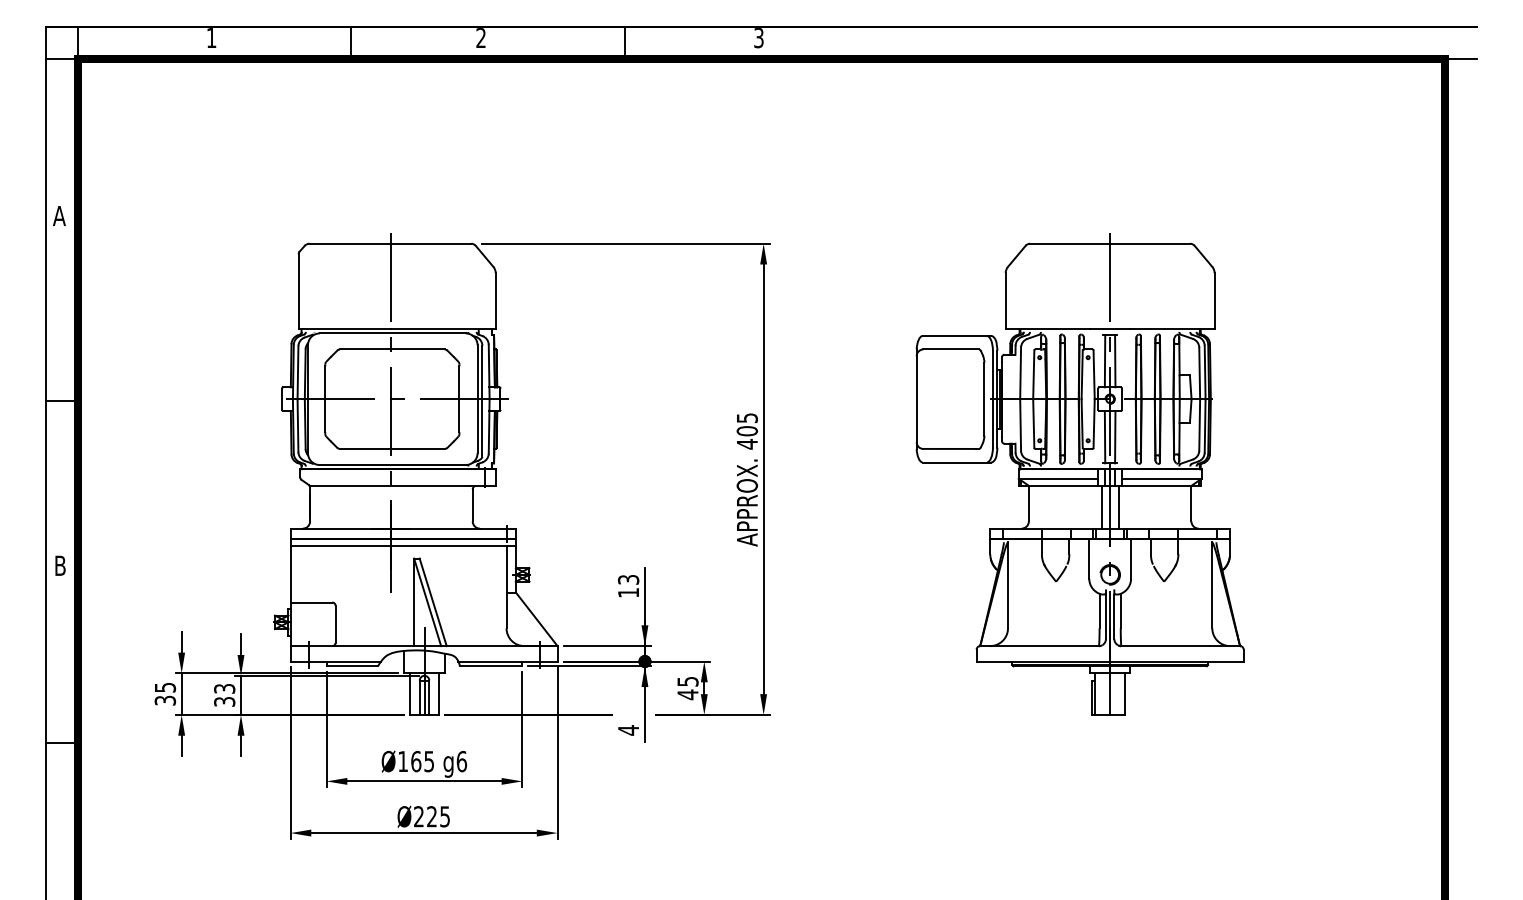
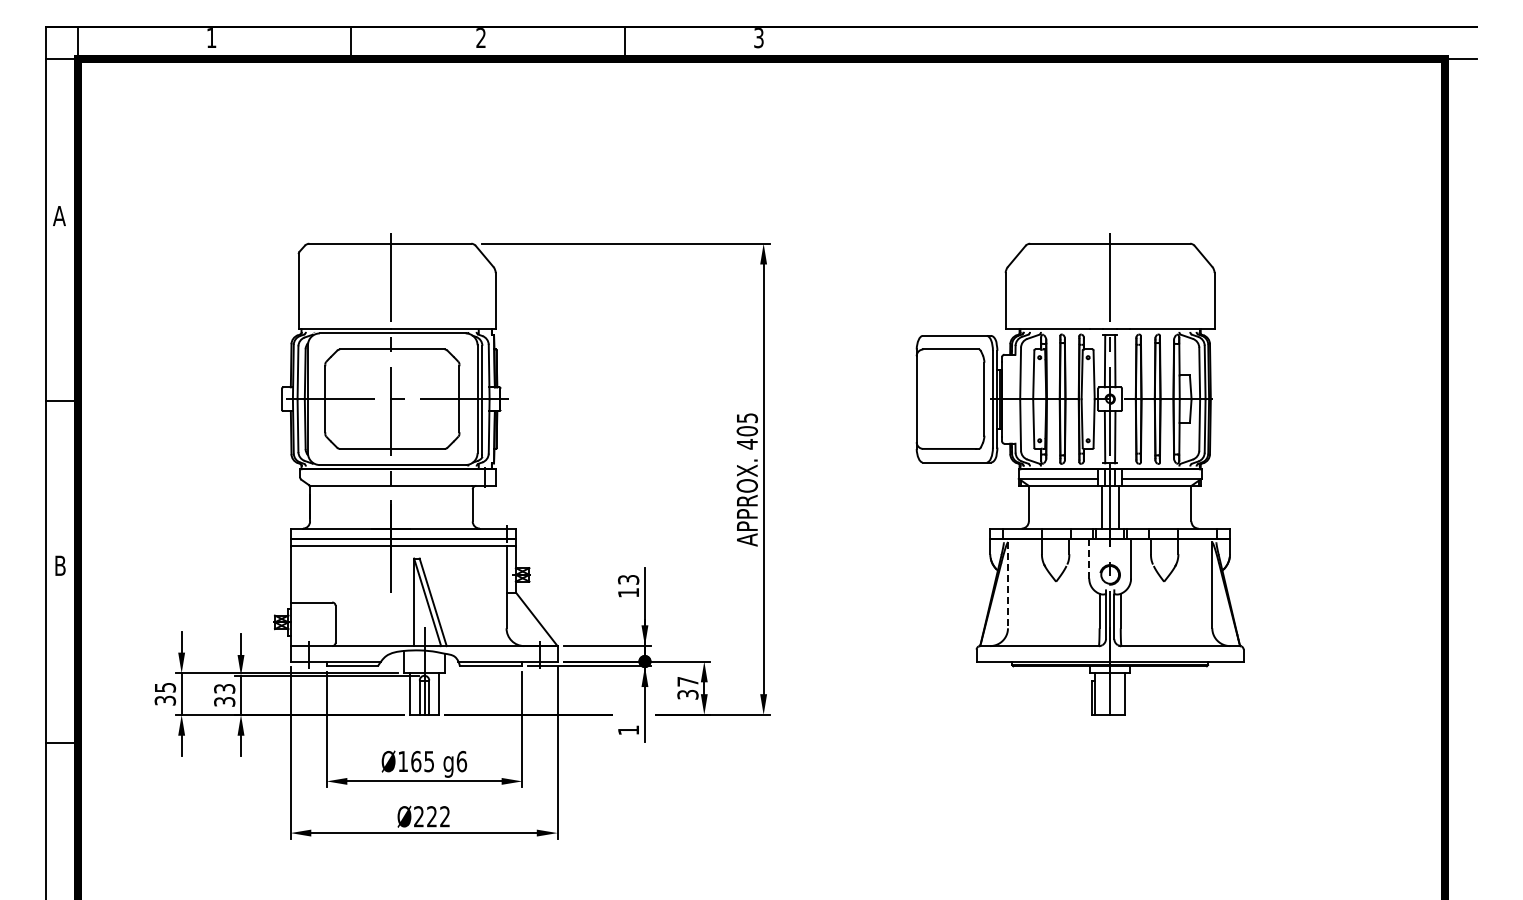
line at (1089, 558): solid -> dashed
line at (1008, 585): solid -> dashed
text at (687, 688): 45 -> 37
text at (628, 730): 4 -> 1
text at (444, 816): Ø225 -> Ø222
